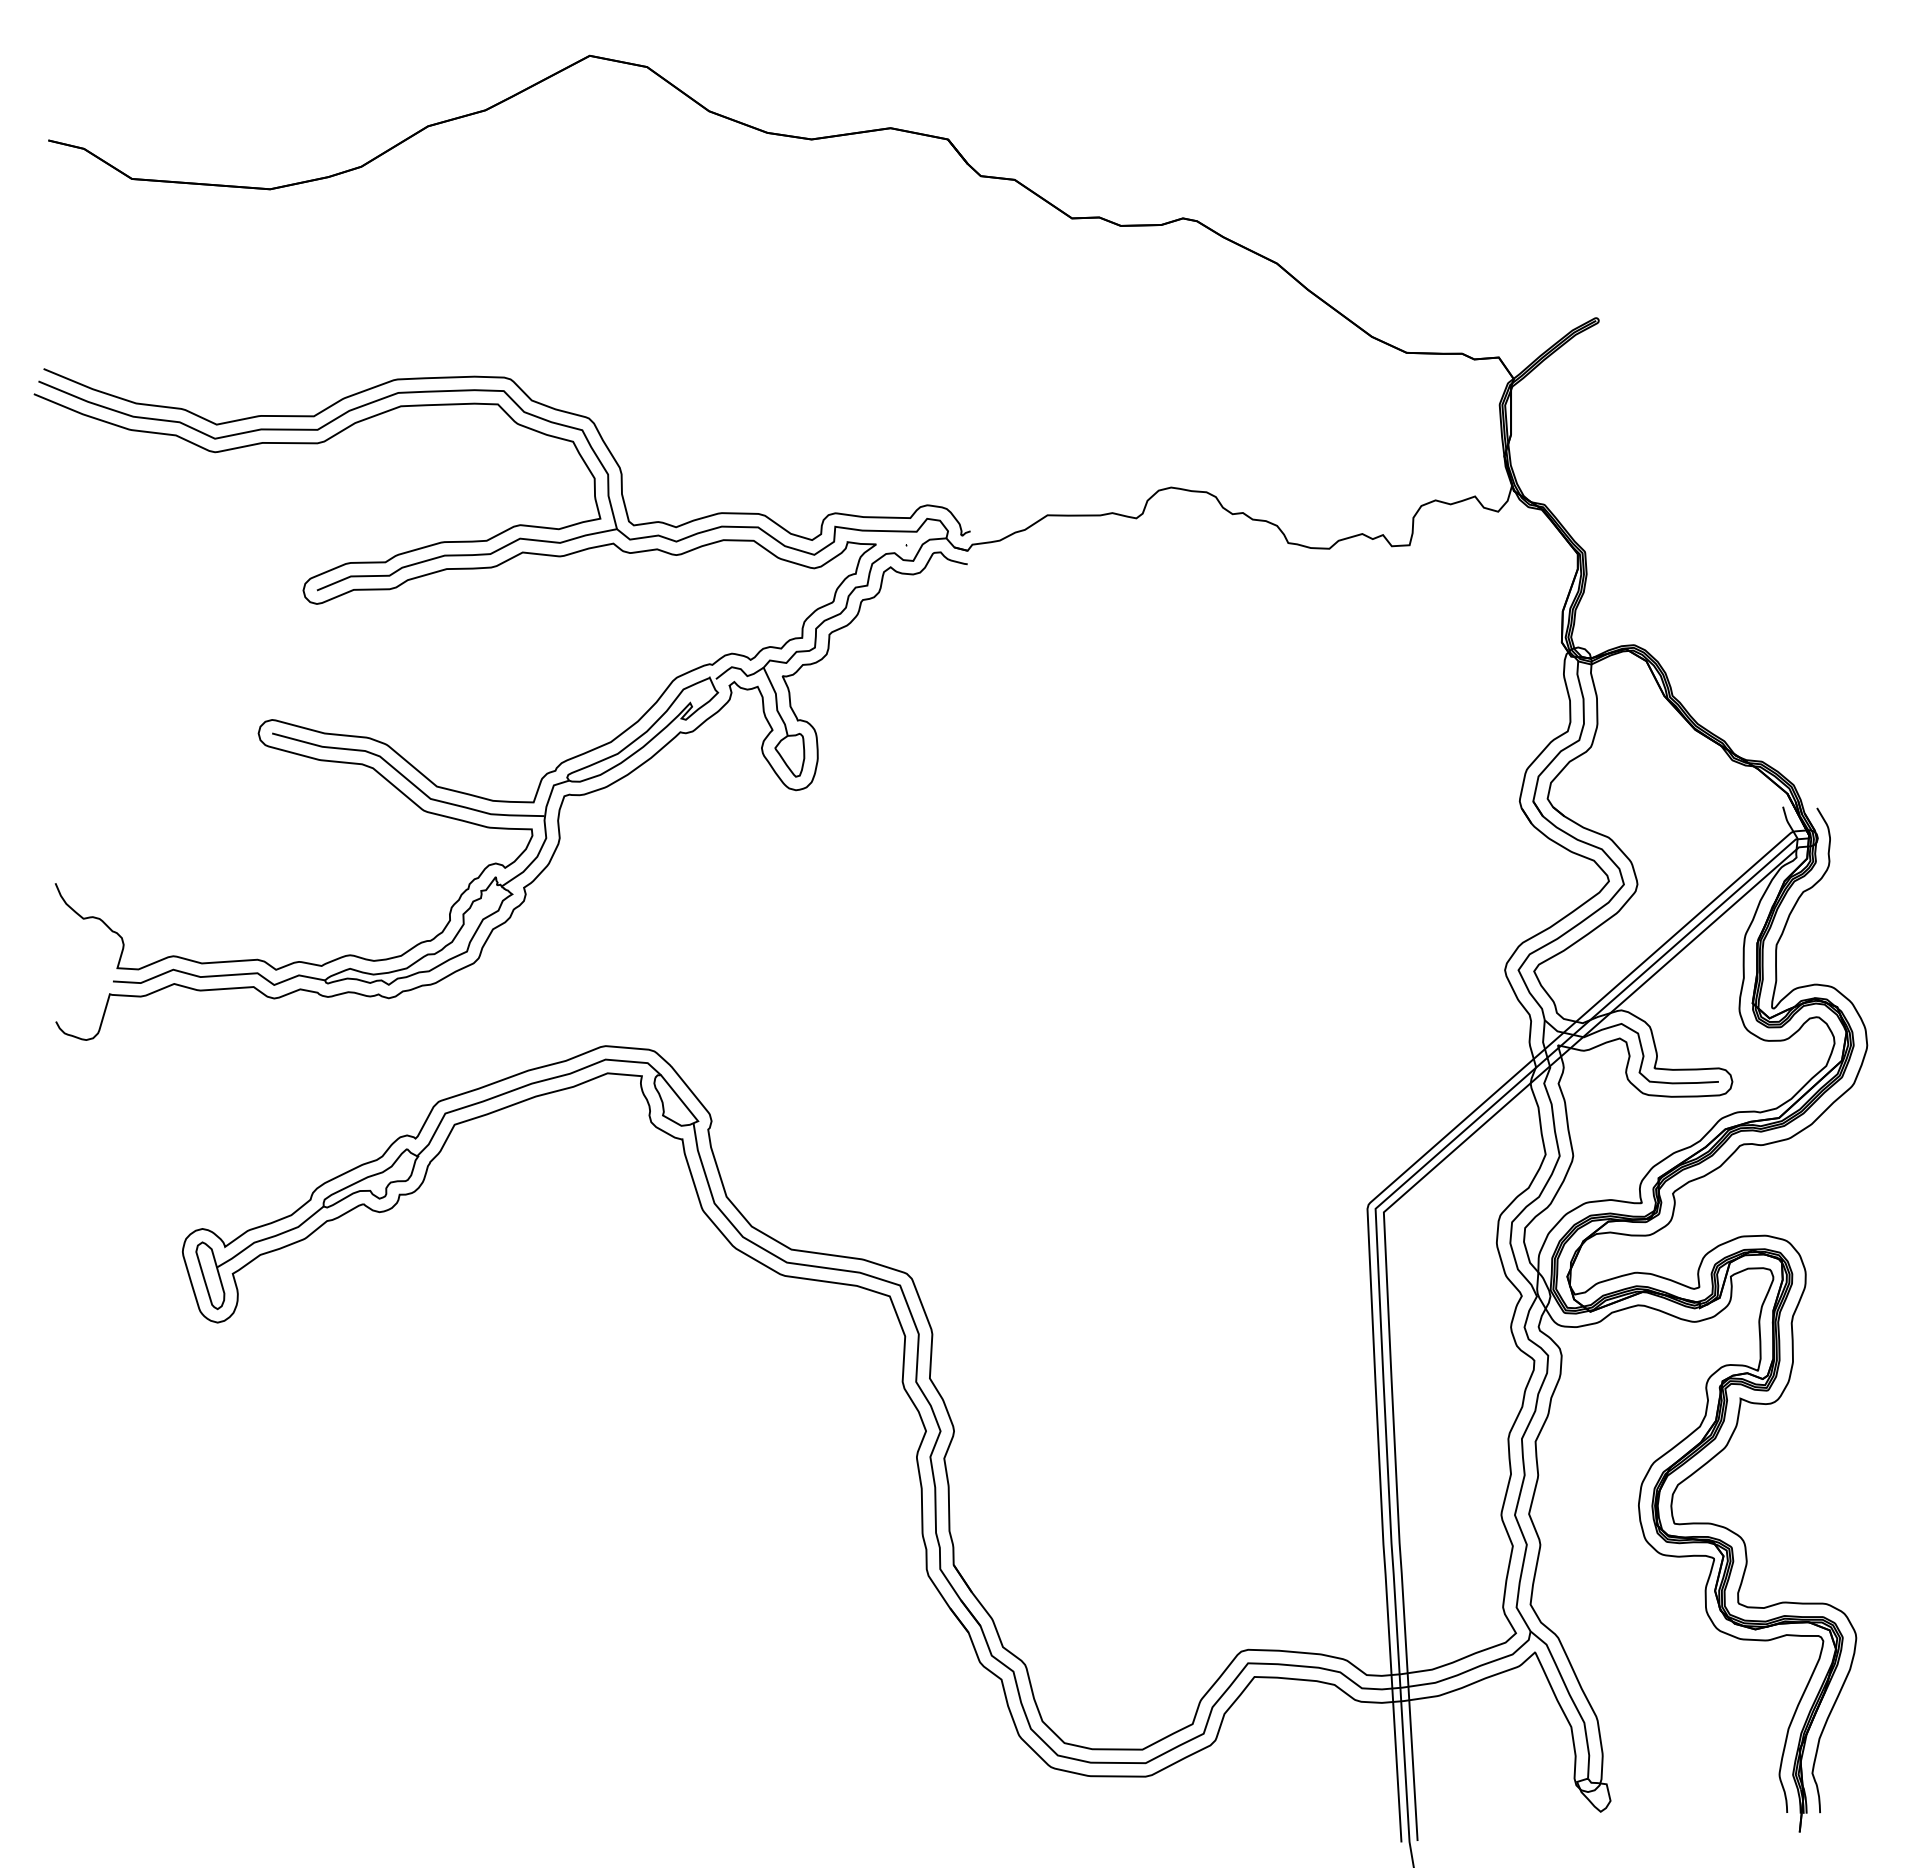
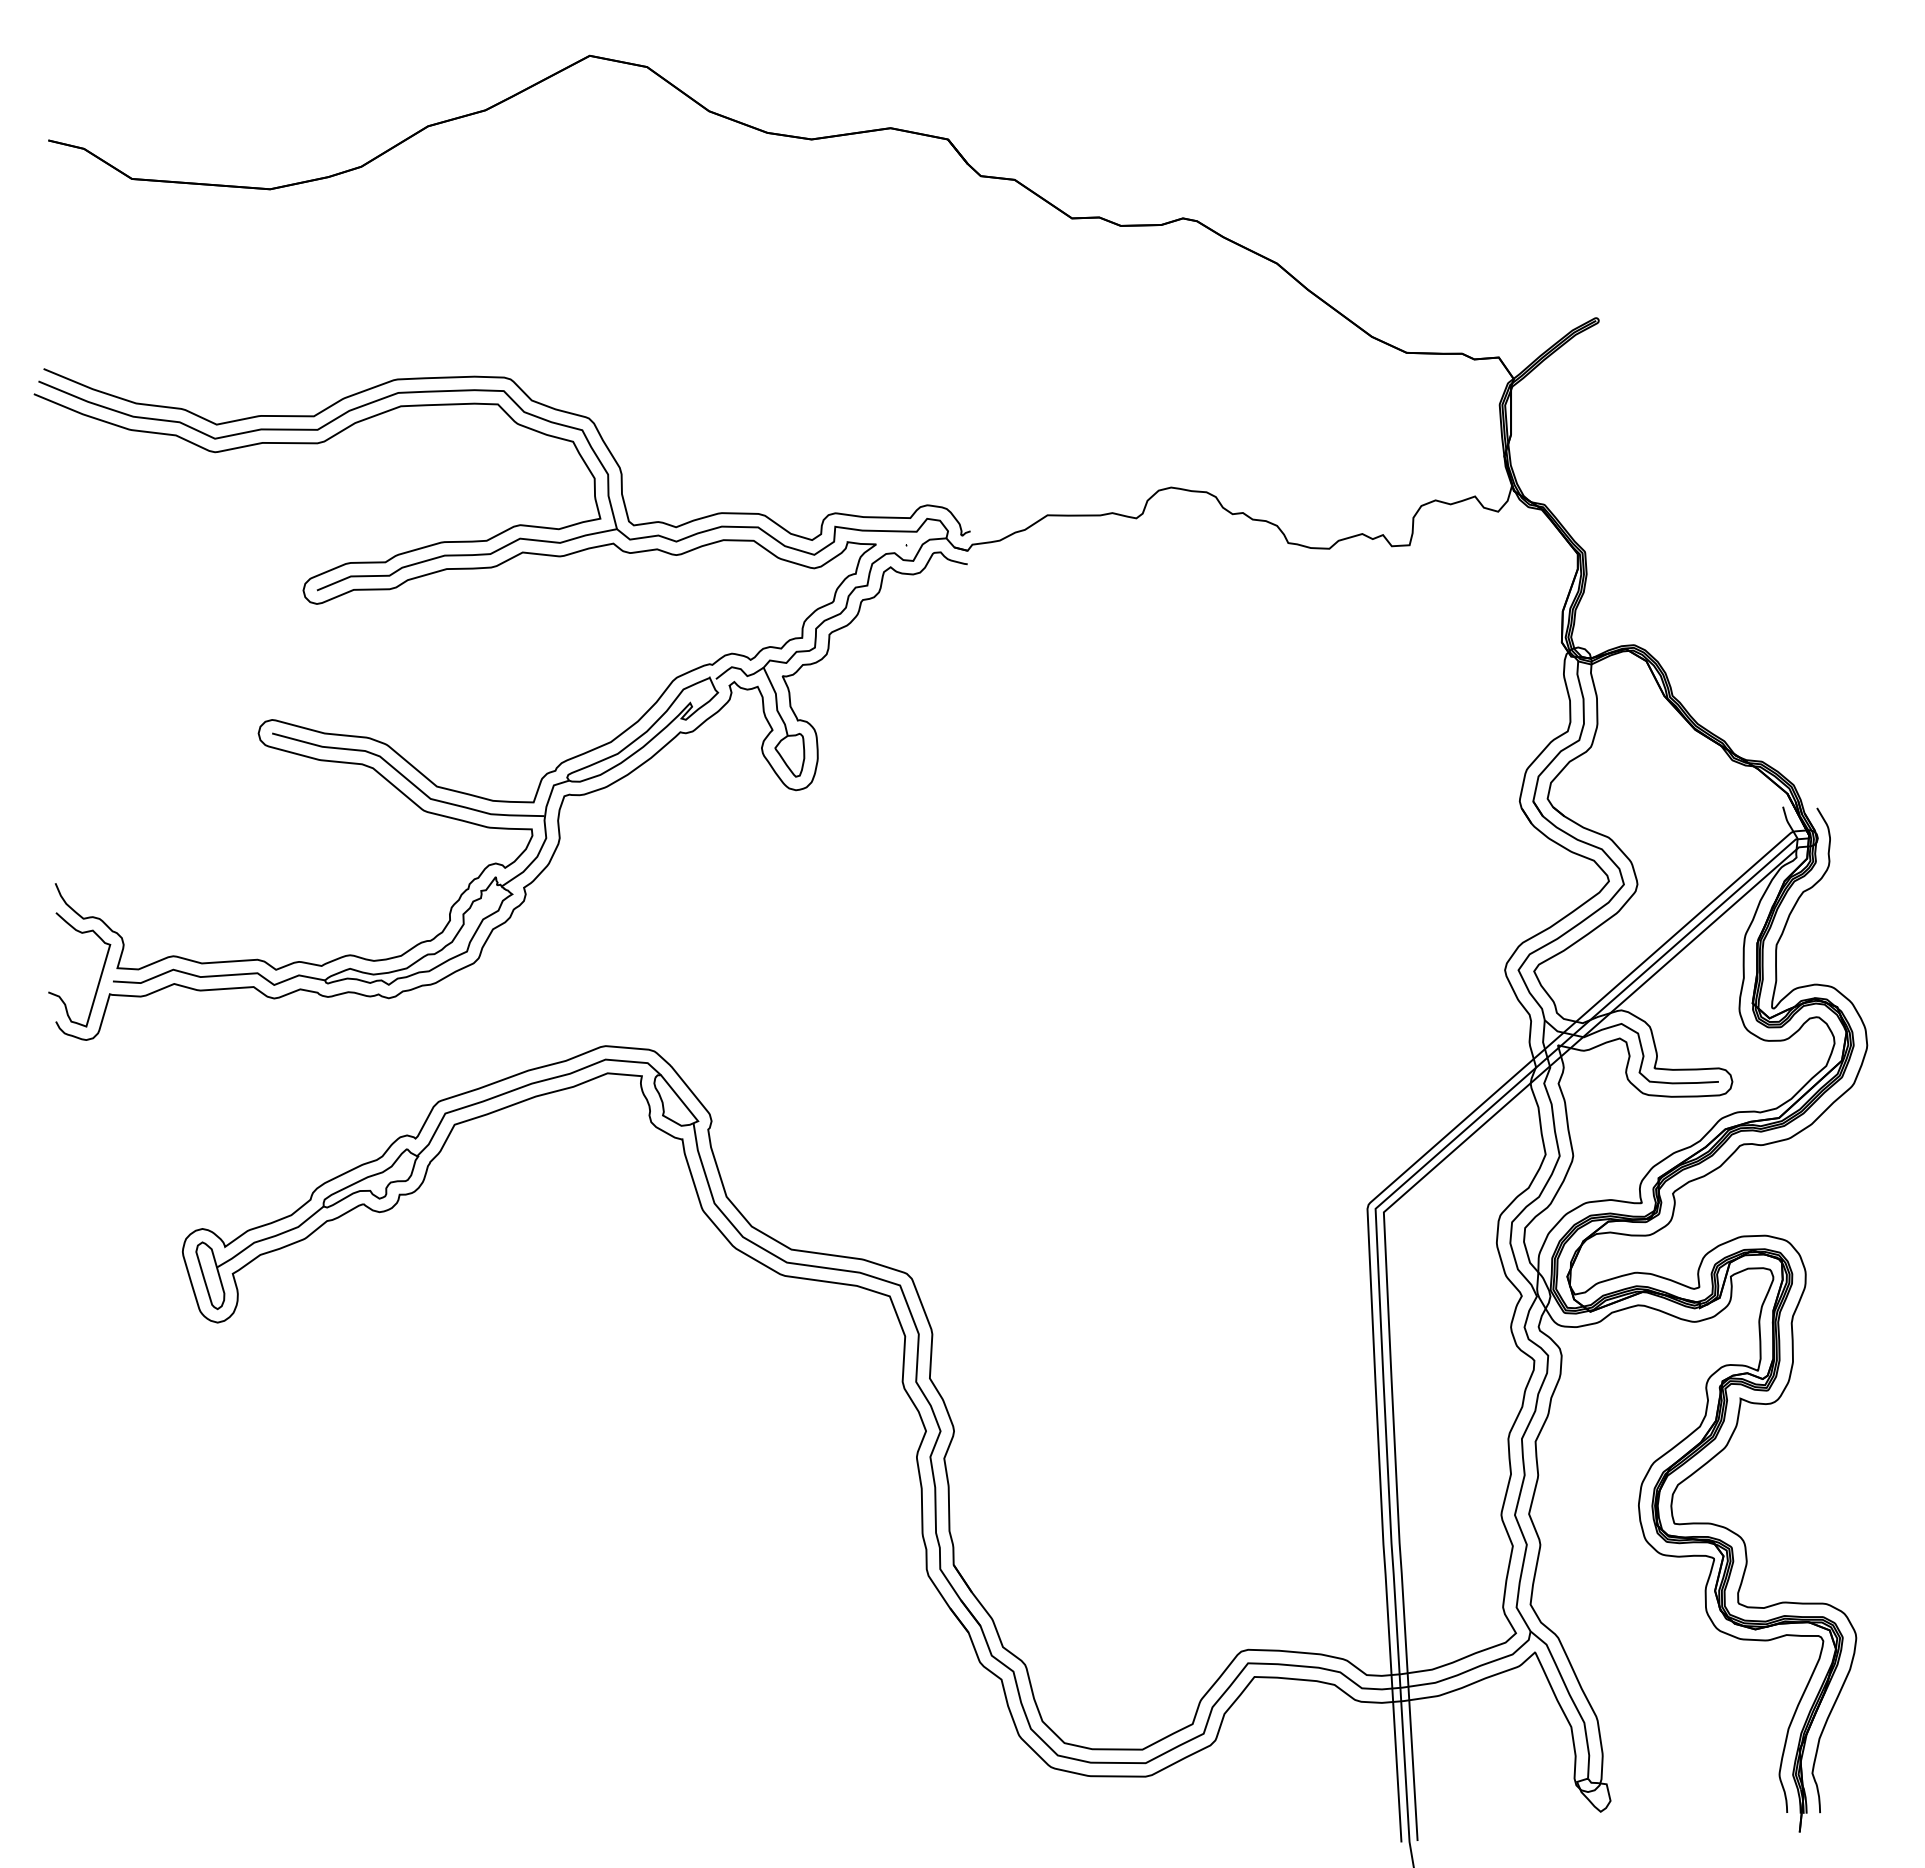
curve at (99, 977): none -> present
